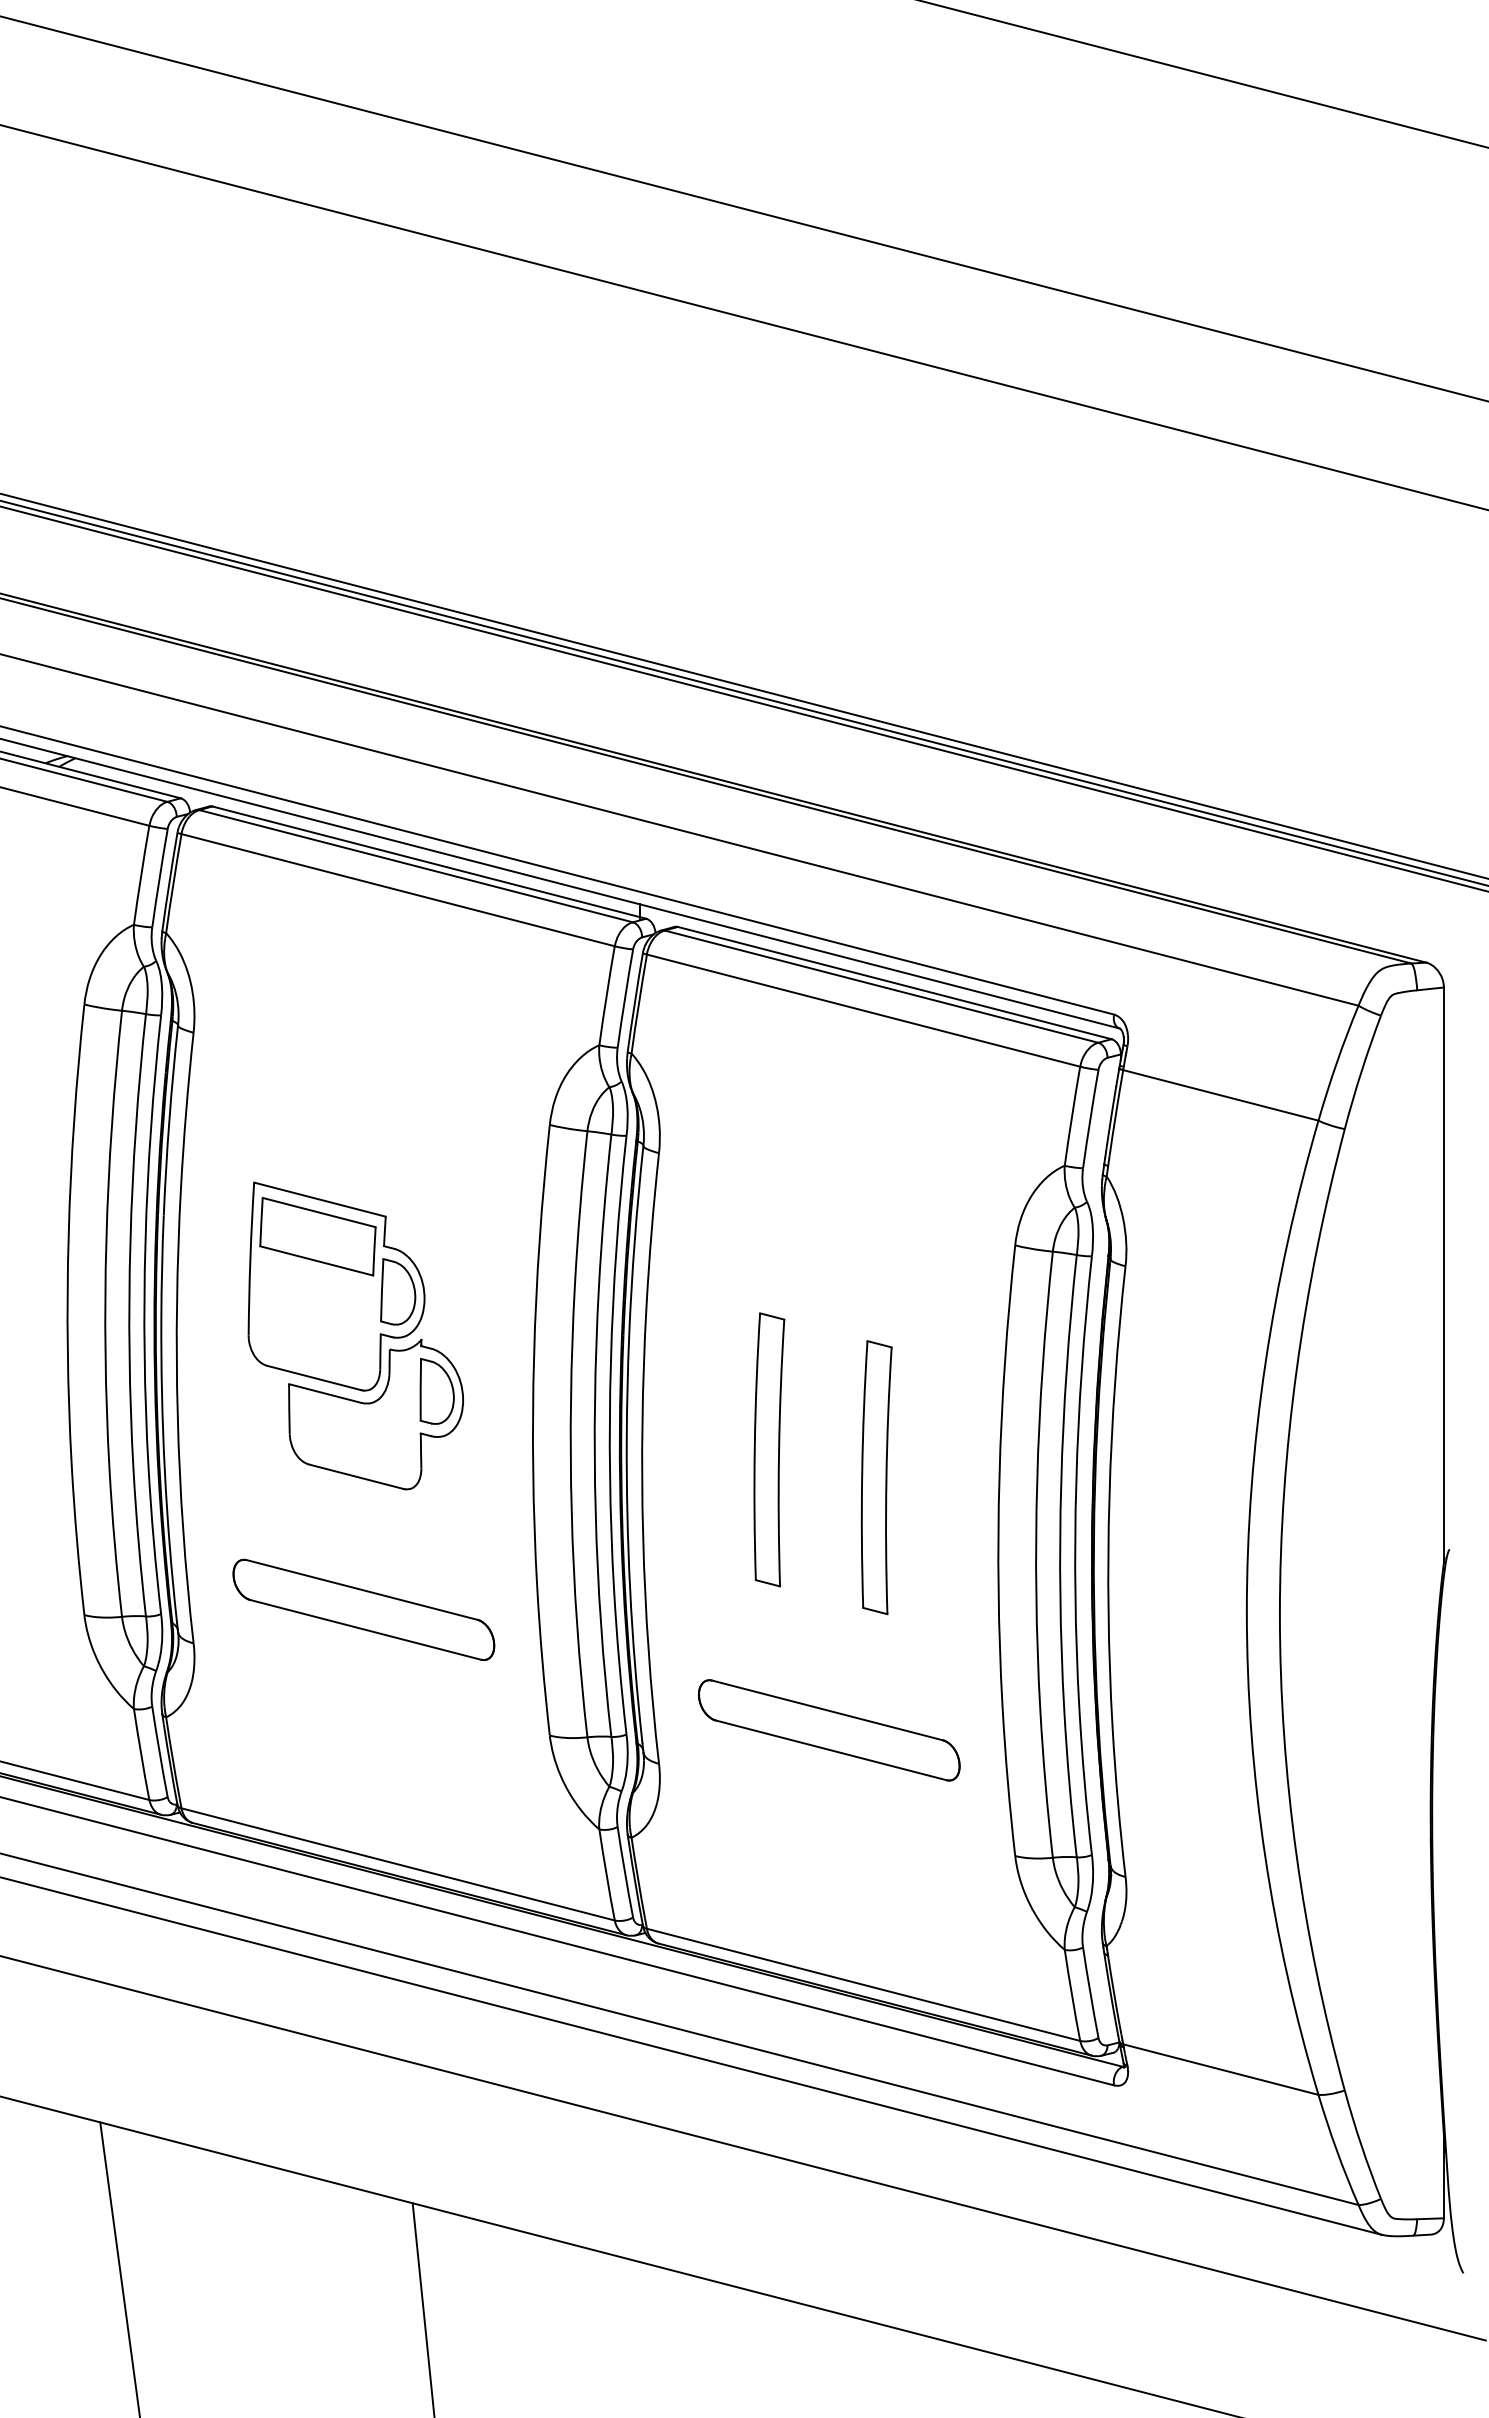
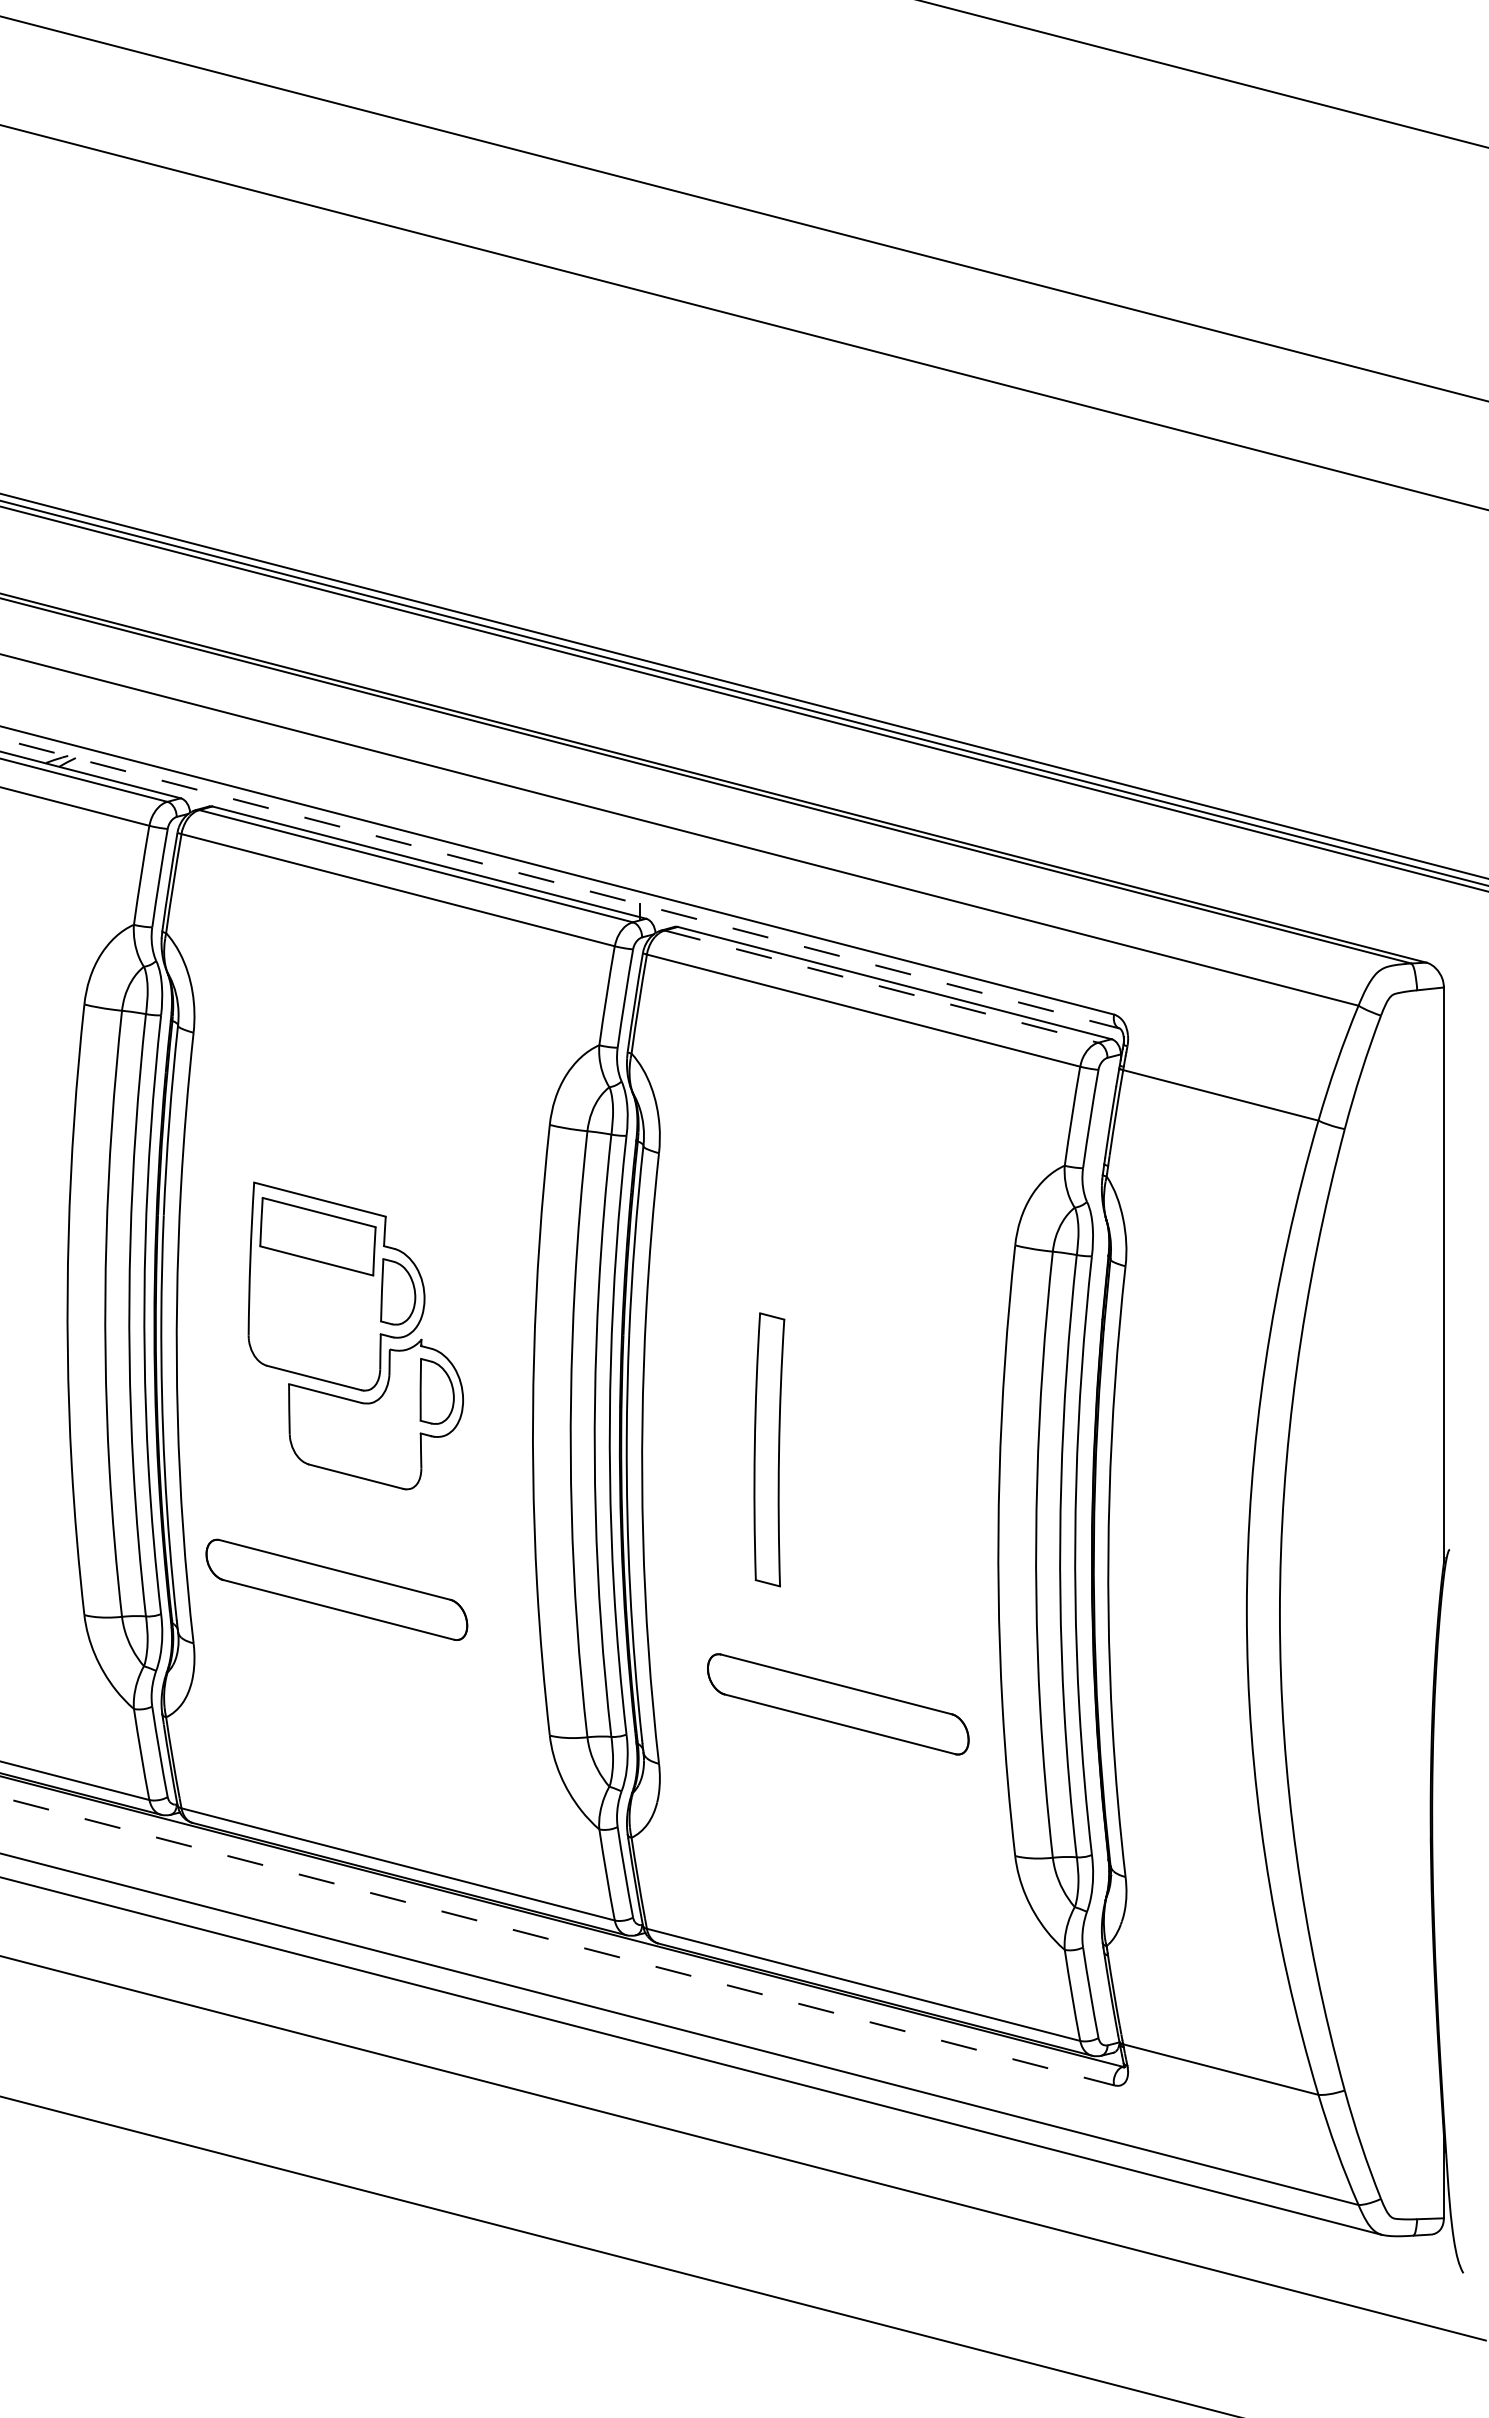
line at (560, 883): solid -> dashed
line at (881, 986): solid -> dashed
part at (876, 1477): present -> none
part at (363, 1609) position: (363, 1609) -> (336, 1589)
part at (829, 1730) position: (829, 1730) -> (838, 1704)
line at (557, 1941): solid -> dashed
line at (119, 2268): present -> none
line at (423, 2308): present -> none
